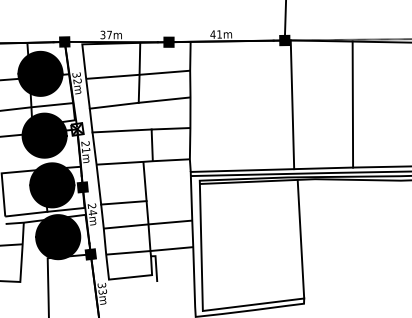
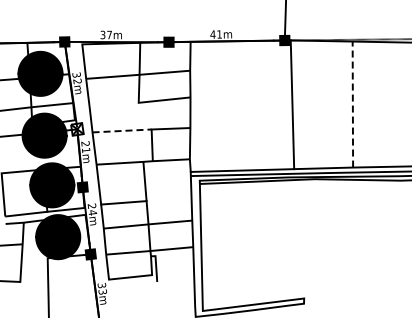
line at (352, 104): solid -> dashed
line at (113, 105): present -> none
line at (122, 130): solid -> dashed
line at (300, 238): present -> none
